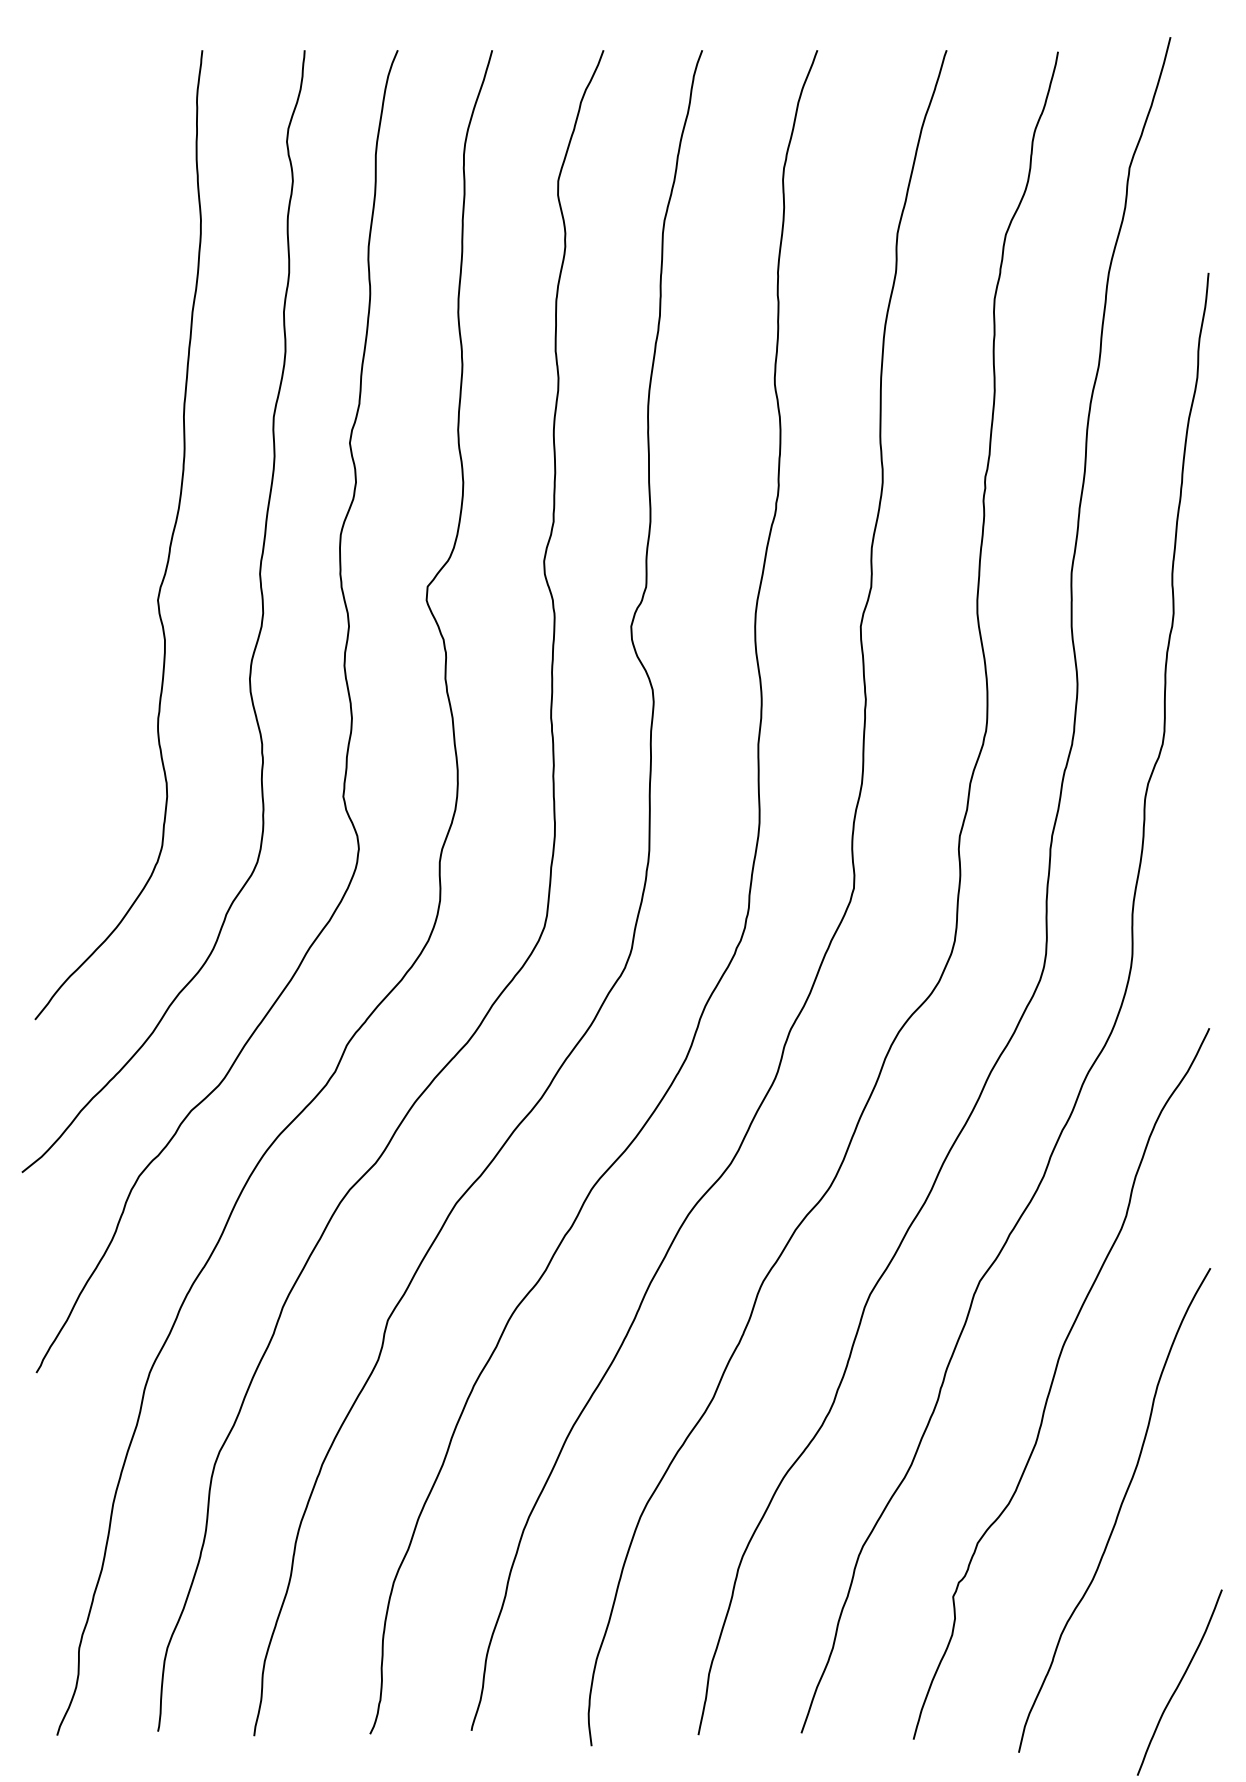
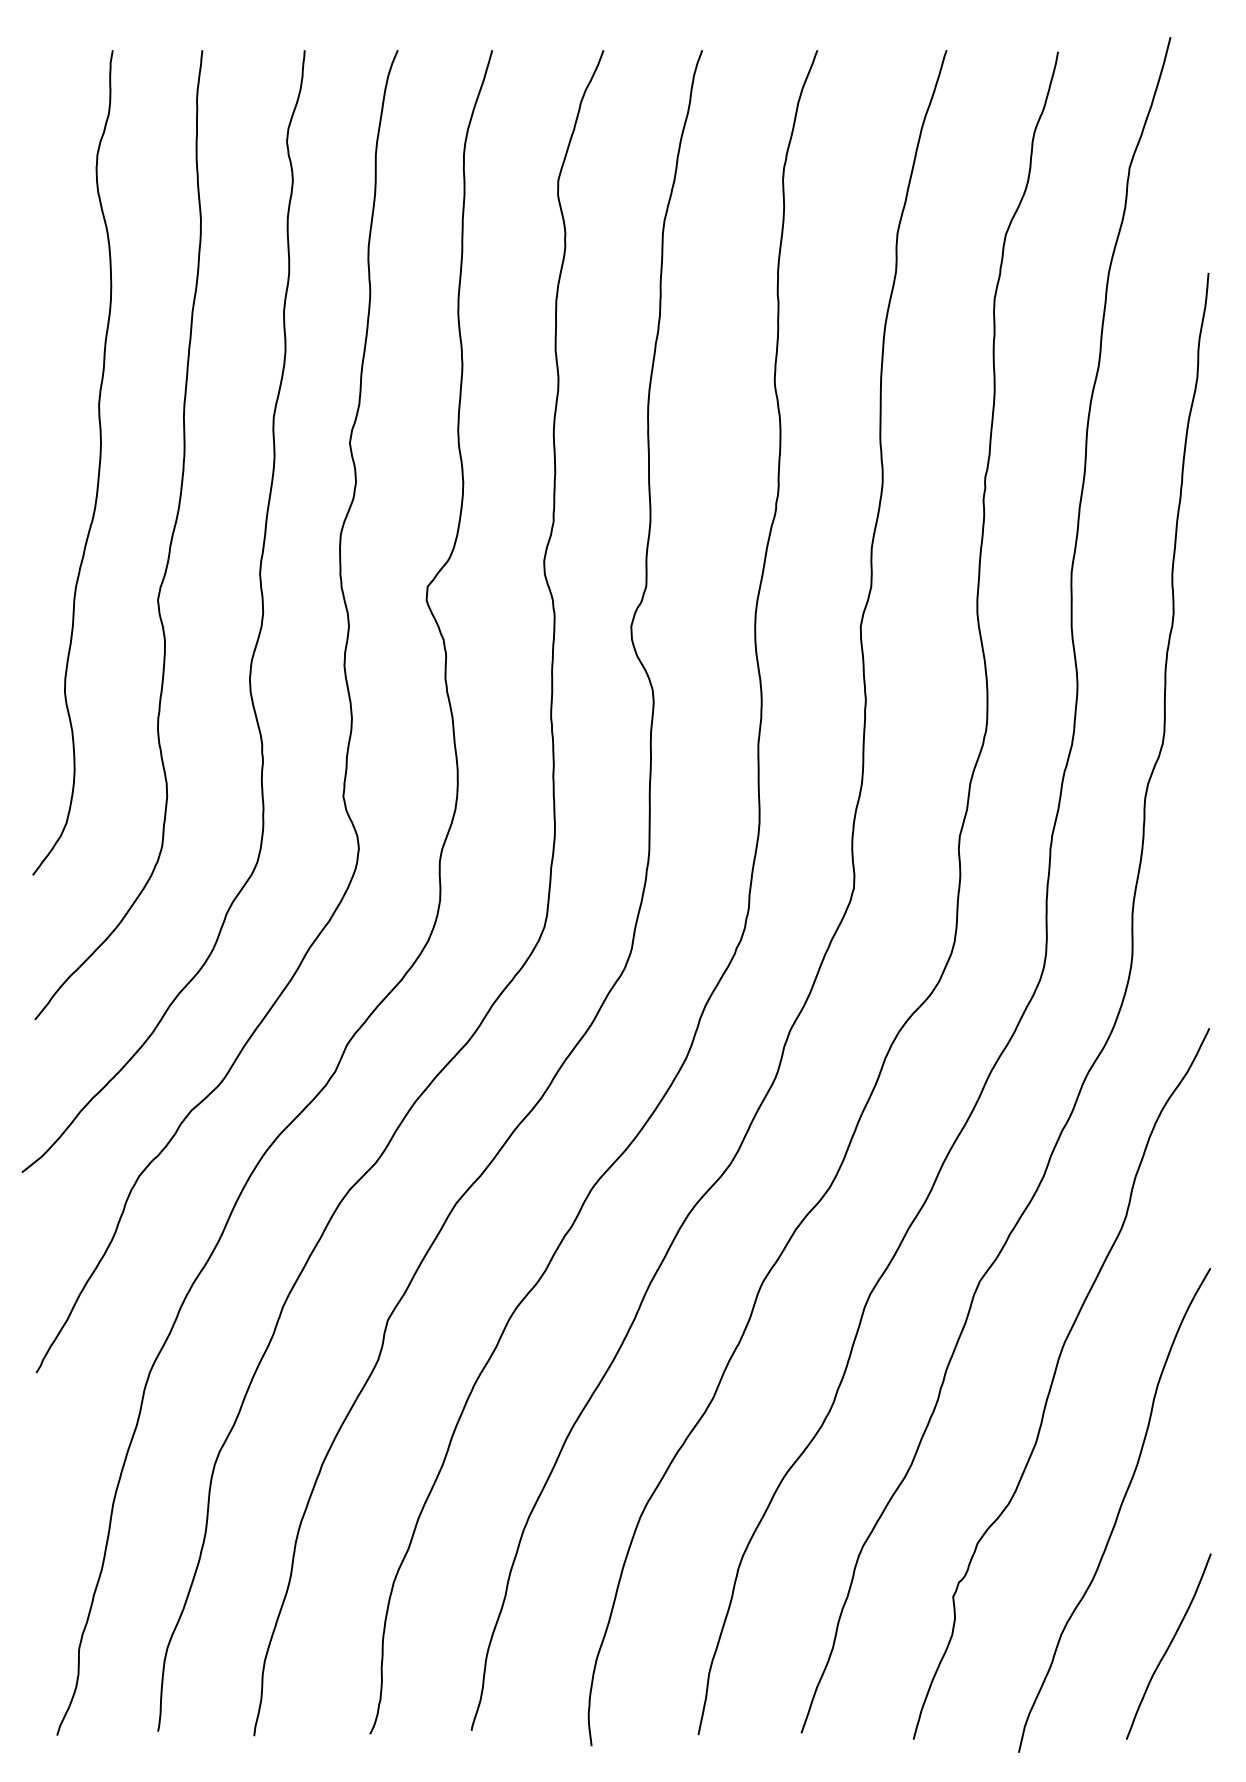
curve at (98, 465): none -> present
curve at (1179, 1682) position: (1179, 1682) -> (1168, 1646)
